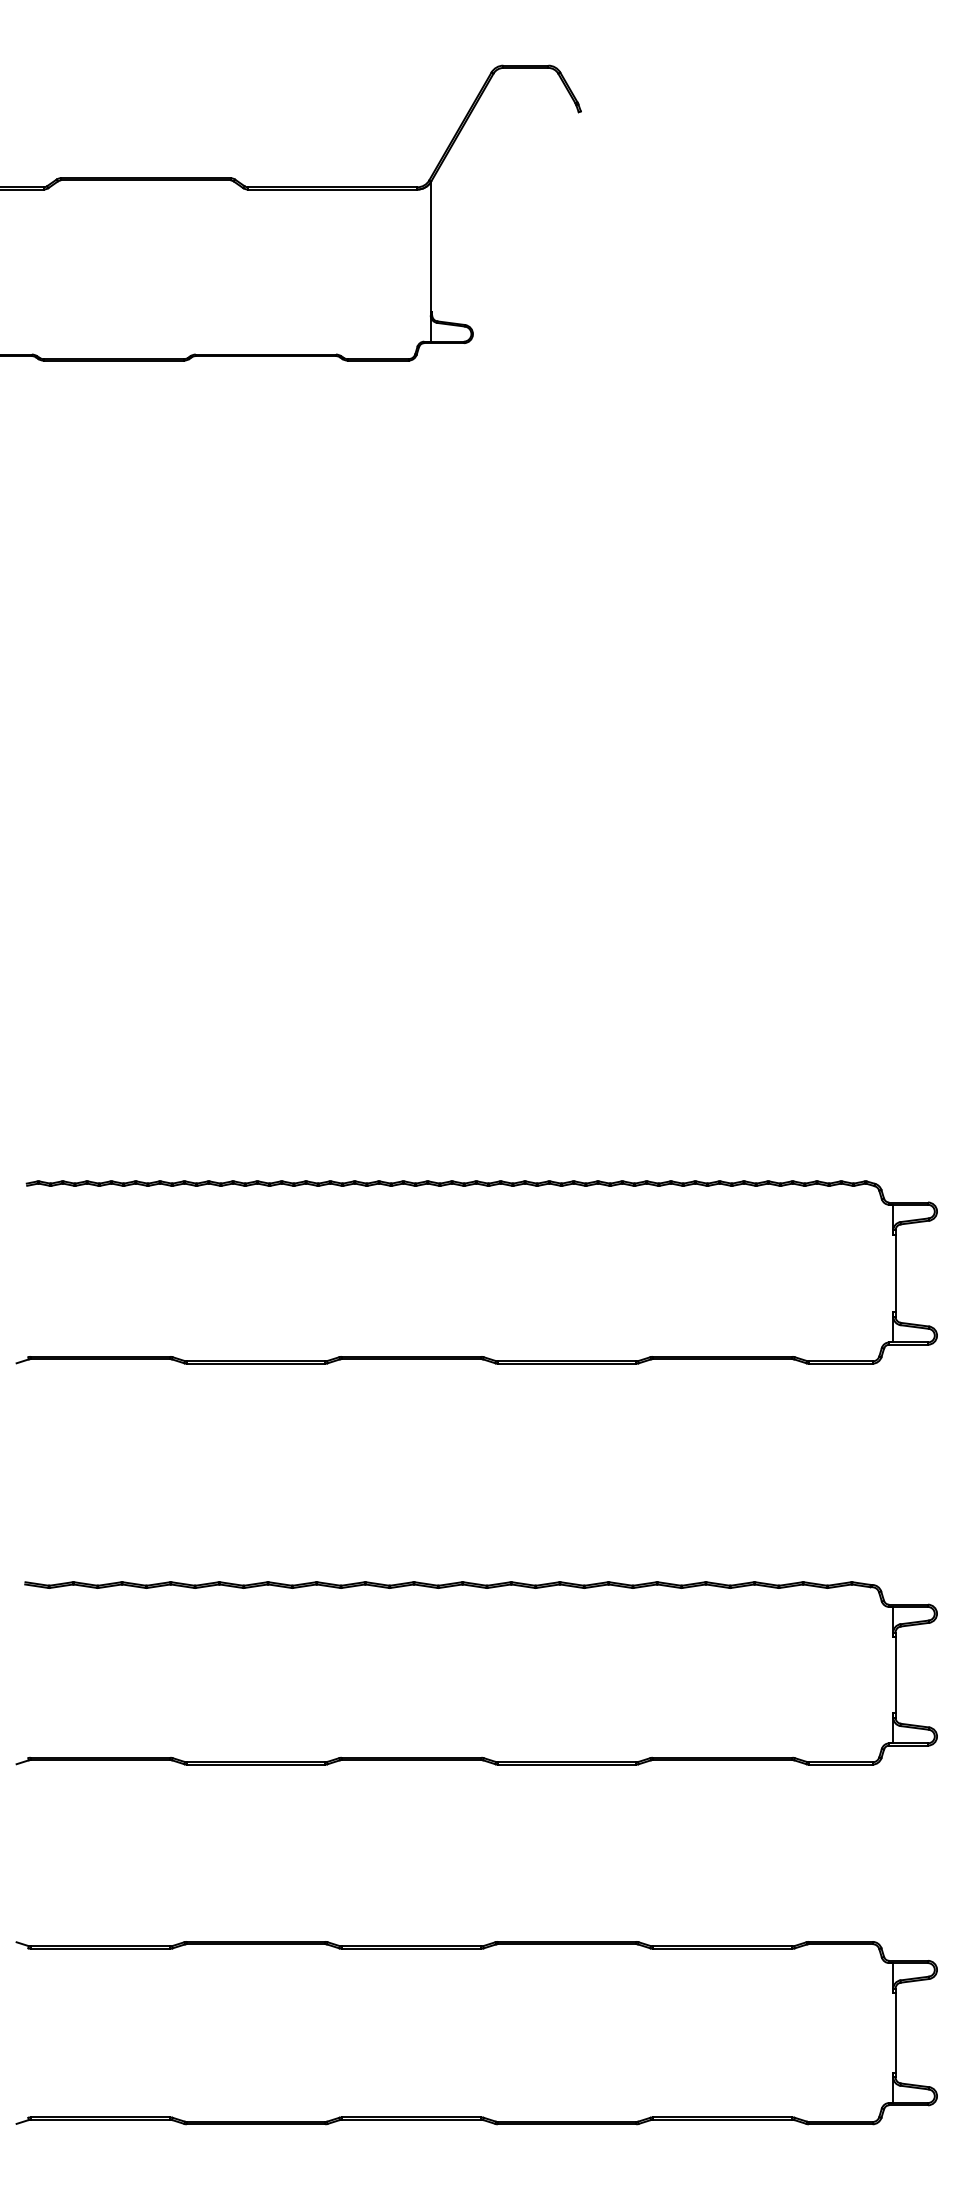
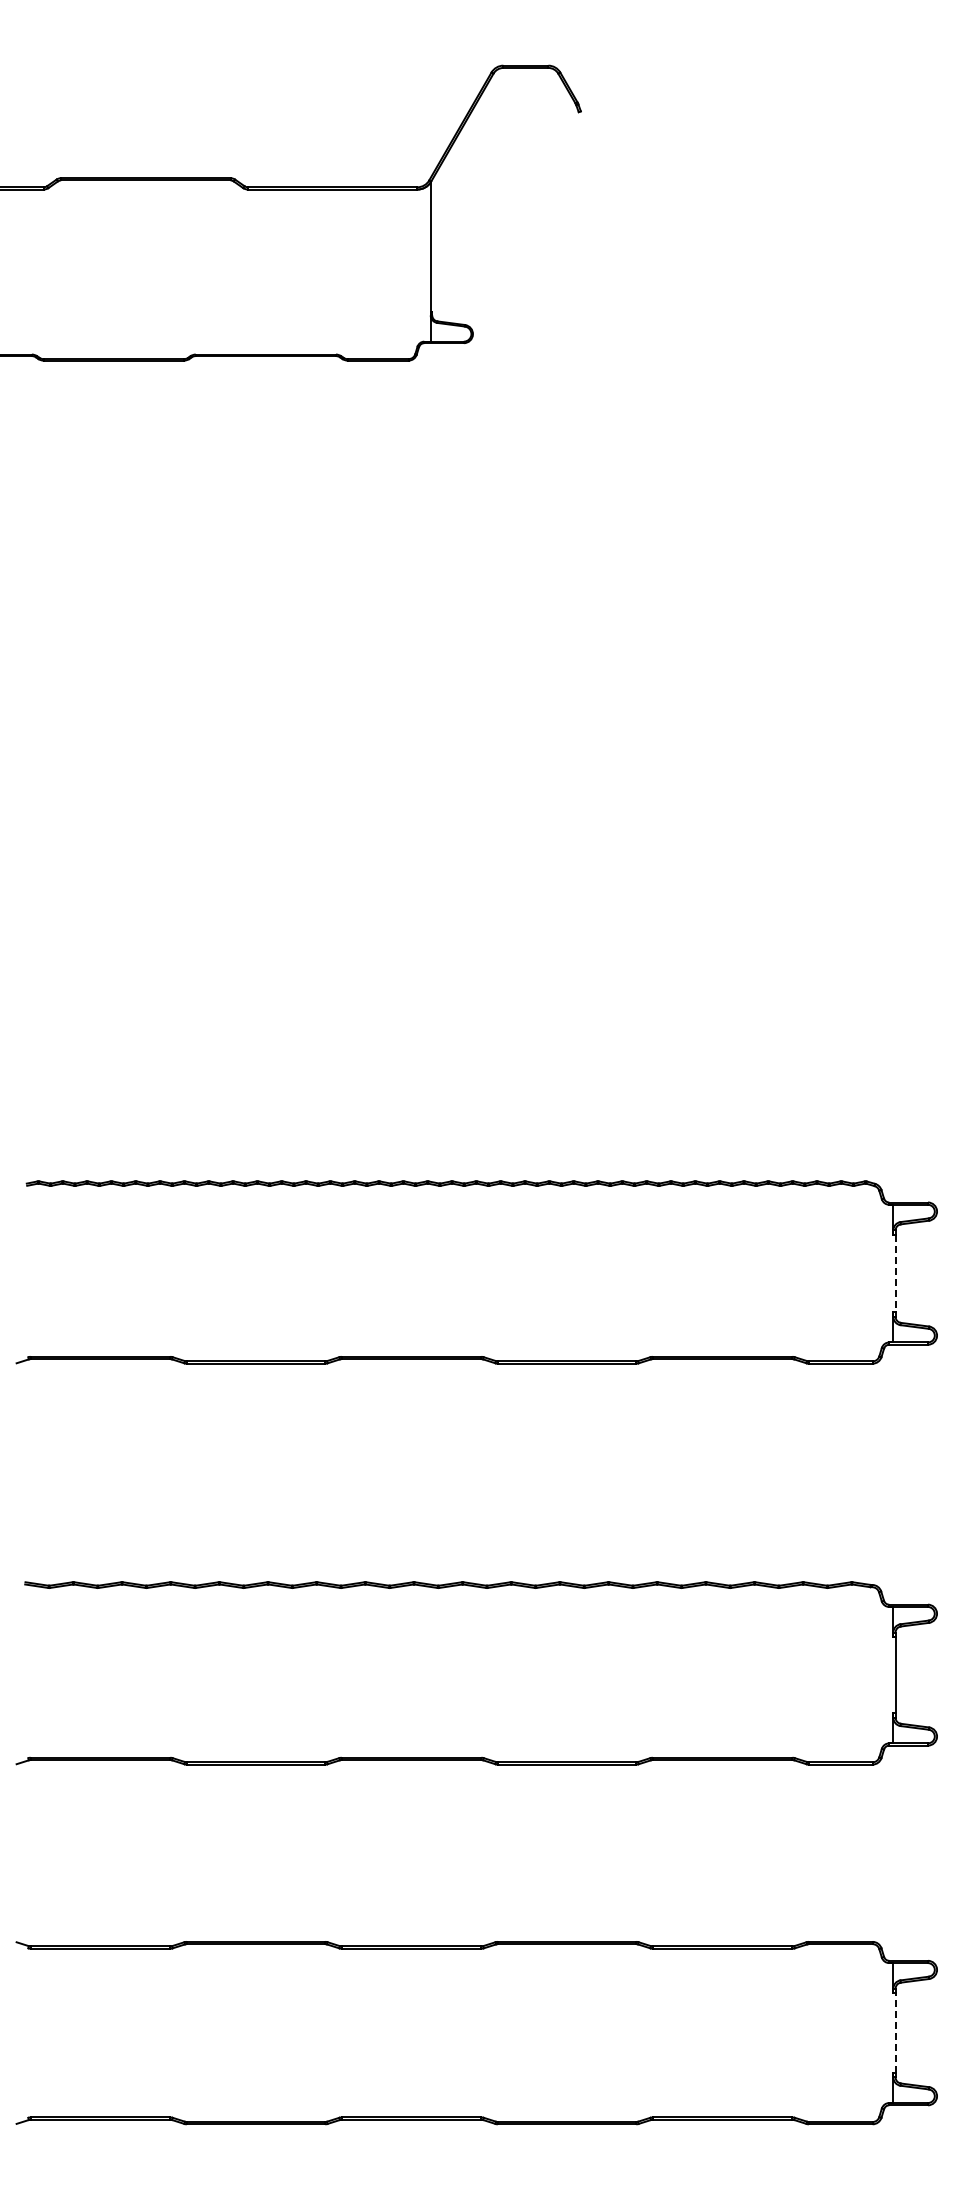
line at (895, 1273): solid -> dashed
line at (895, 2033): solid -> dashed
